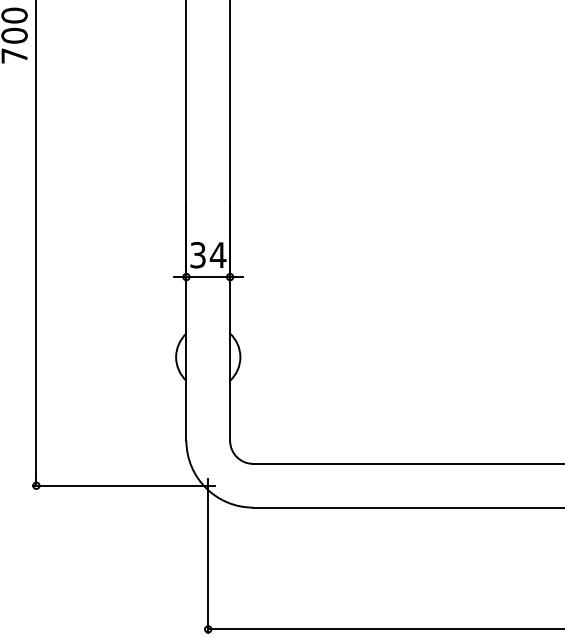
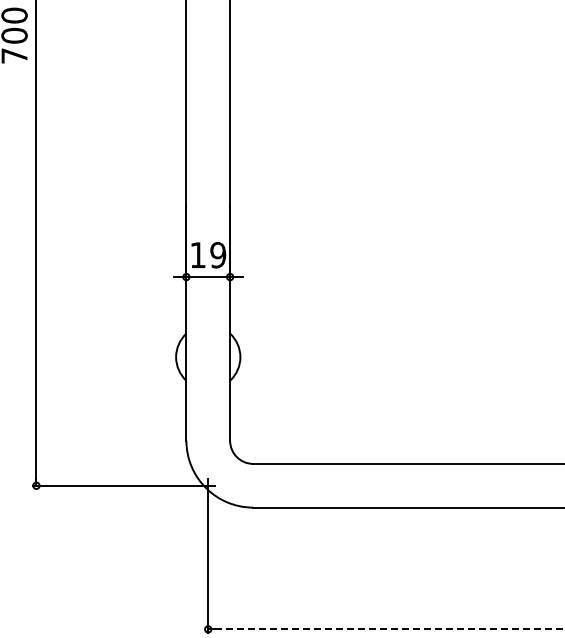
text at (208, 255): 34 -> 19
line at (389, 629): solid -> dashed
